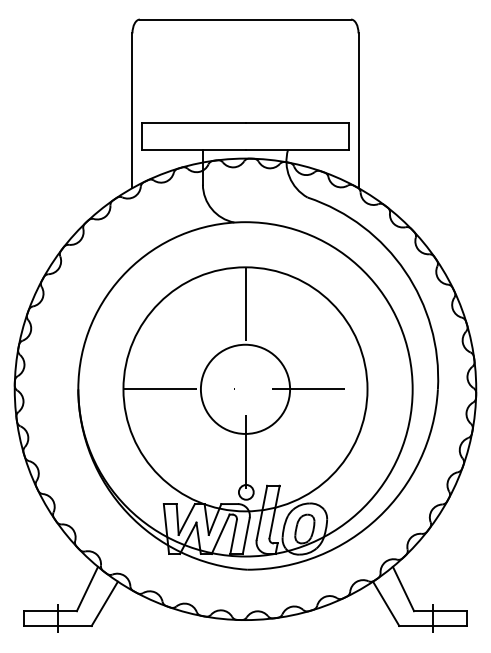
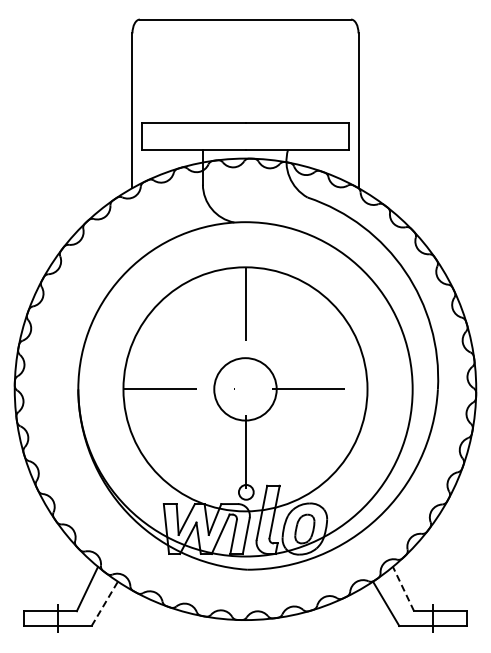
circle at (245, 388) diameter: 89 px -> 62 px
line at (403, 589): solid -> dashed
line at (104, 603): solid -> dashed
